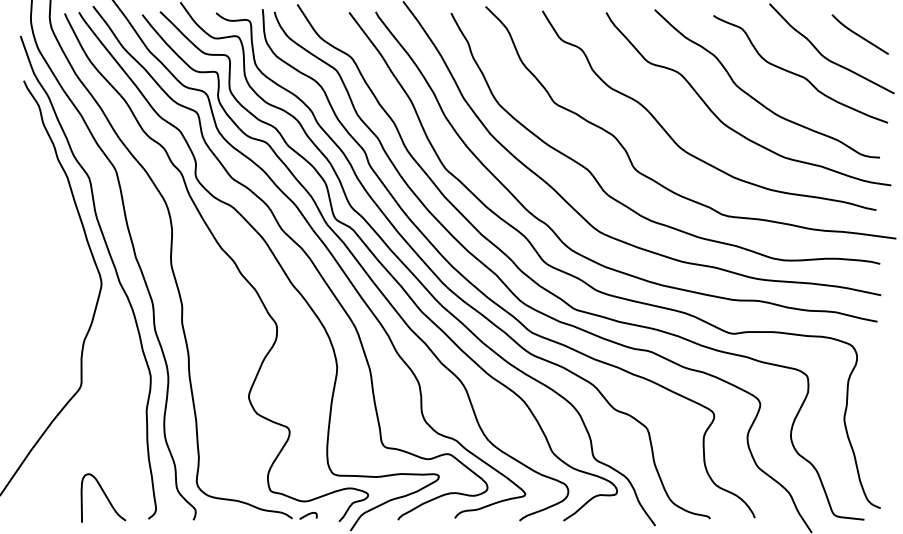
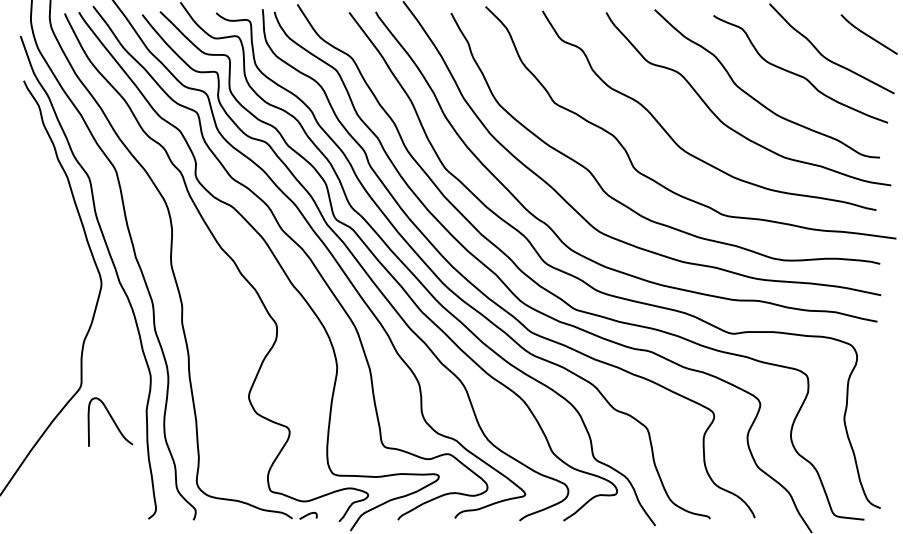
curve at (859, 34) position: (859, 34) -> (868, 34)
curve at (105, 497) position: (105, 497) -> (112, 421)
